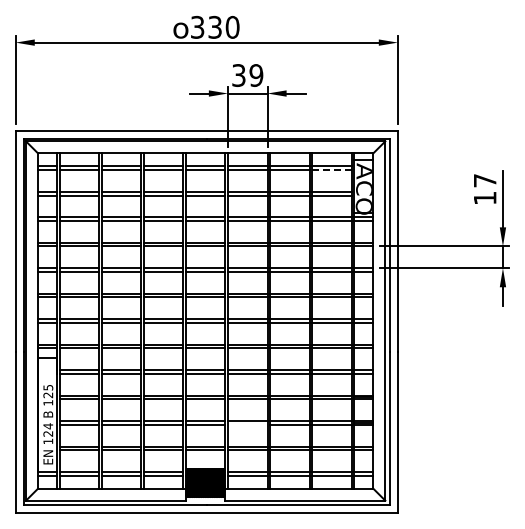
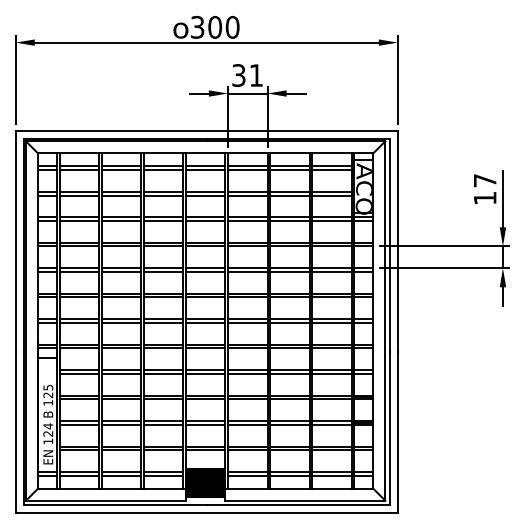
text at (215, 27): 330 -> 300
text at (256, 75): 39 -> 31
line at (331, 170): dashed -> solid
line at (247, 424): none -> present
